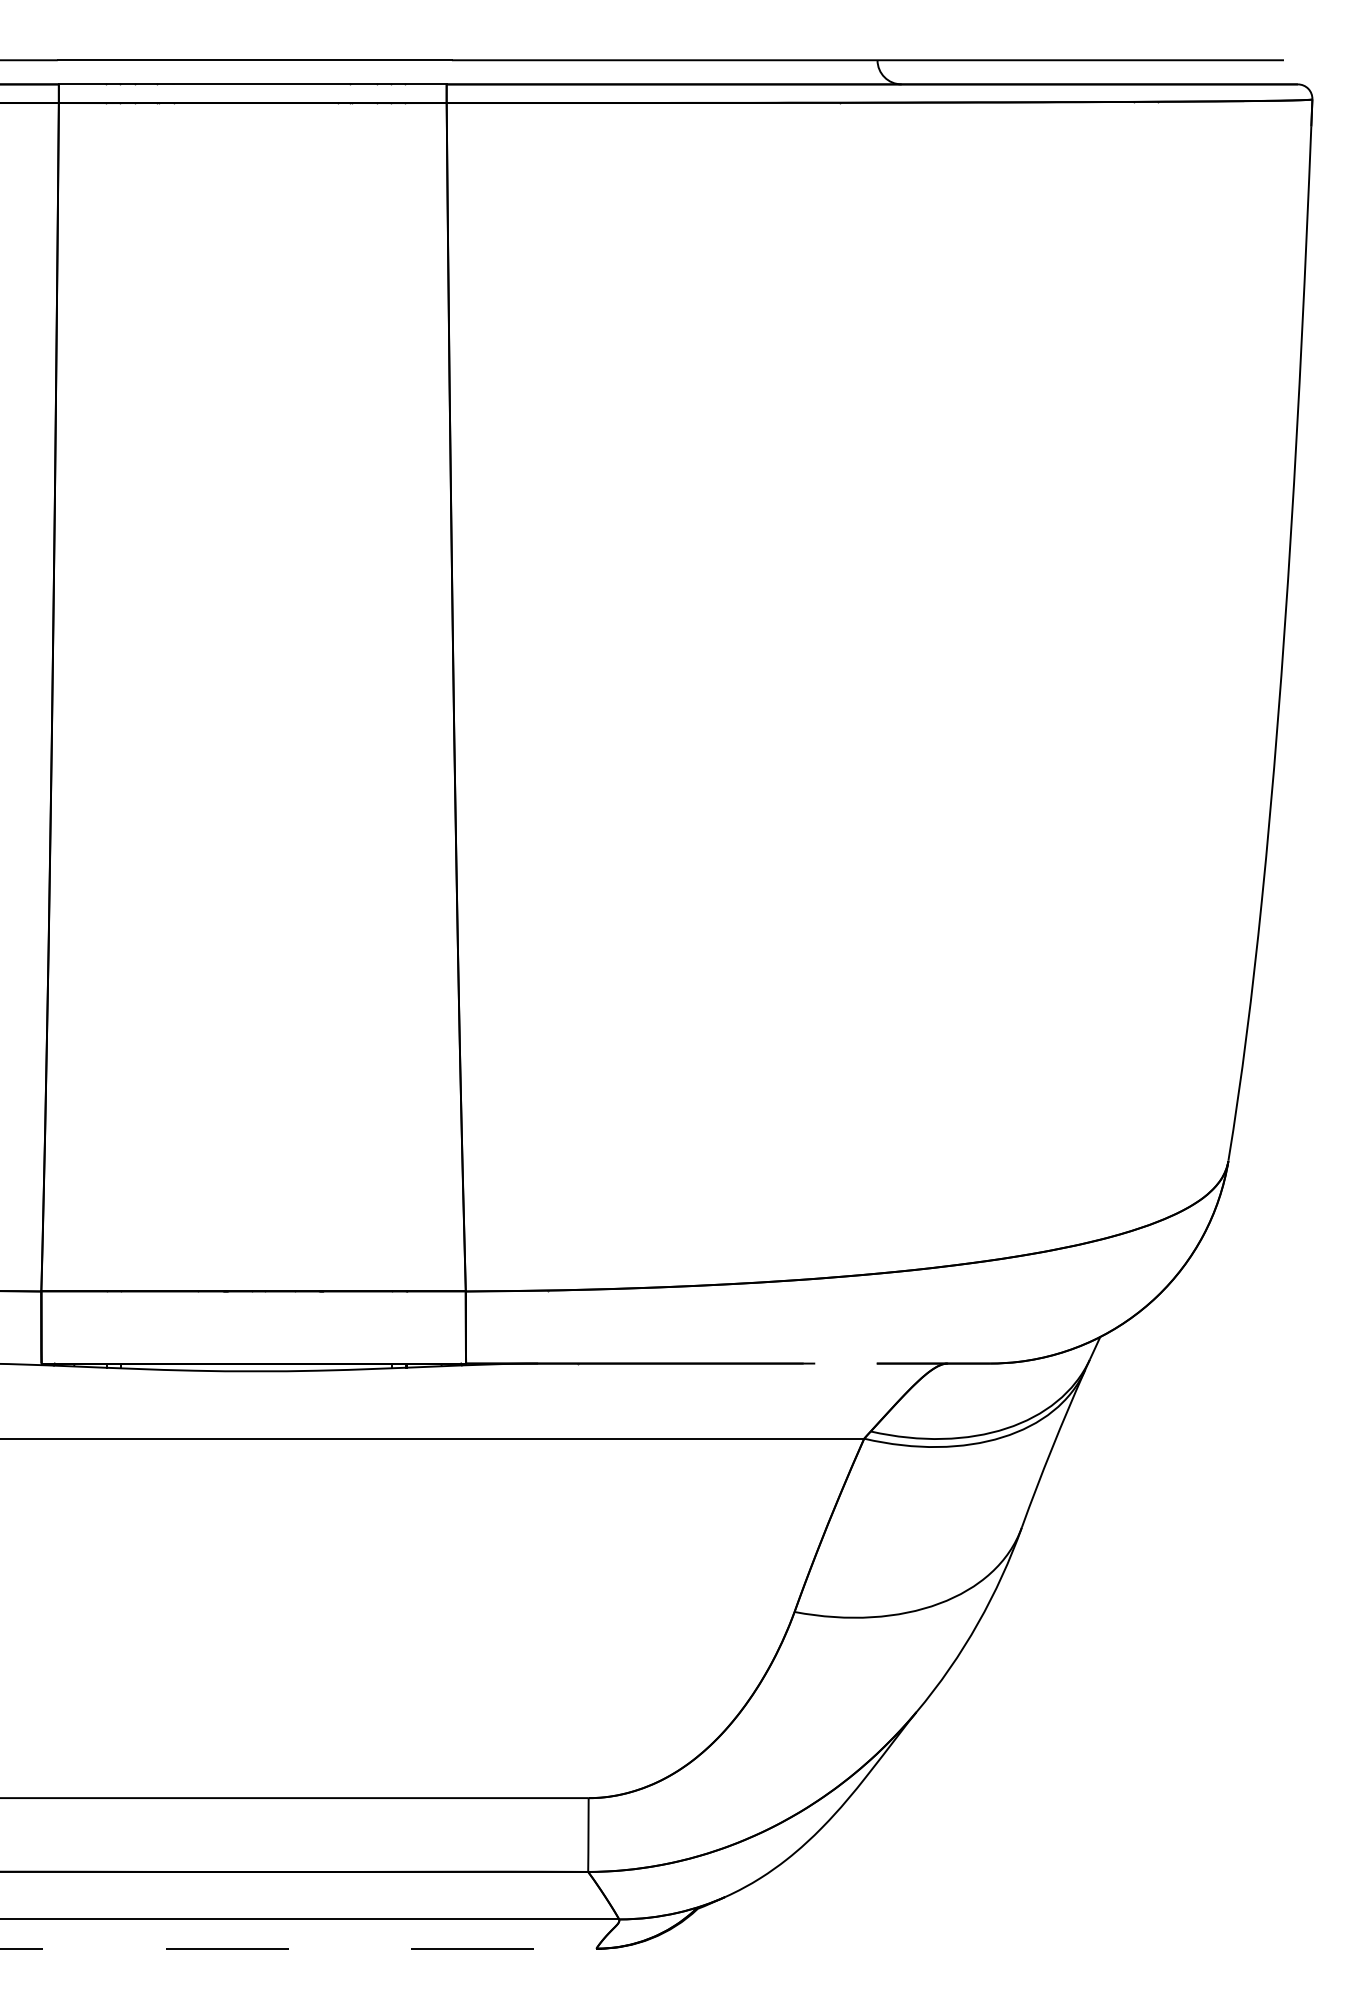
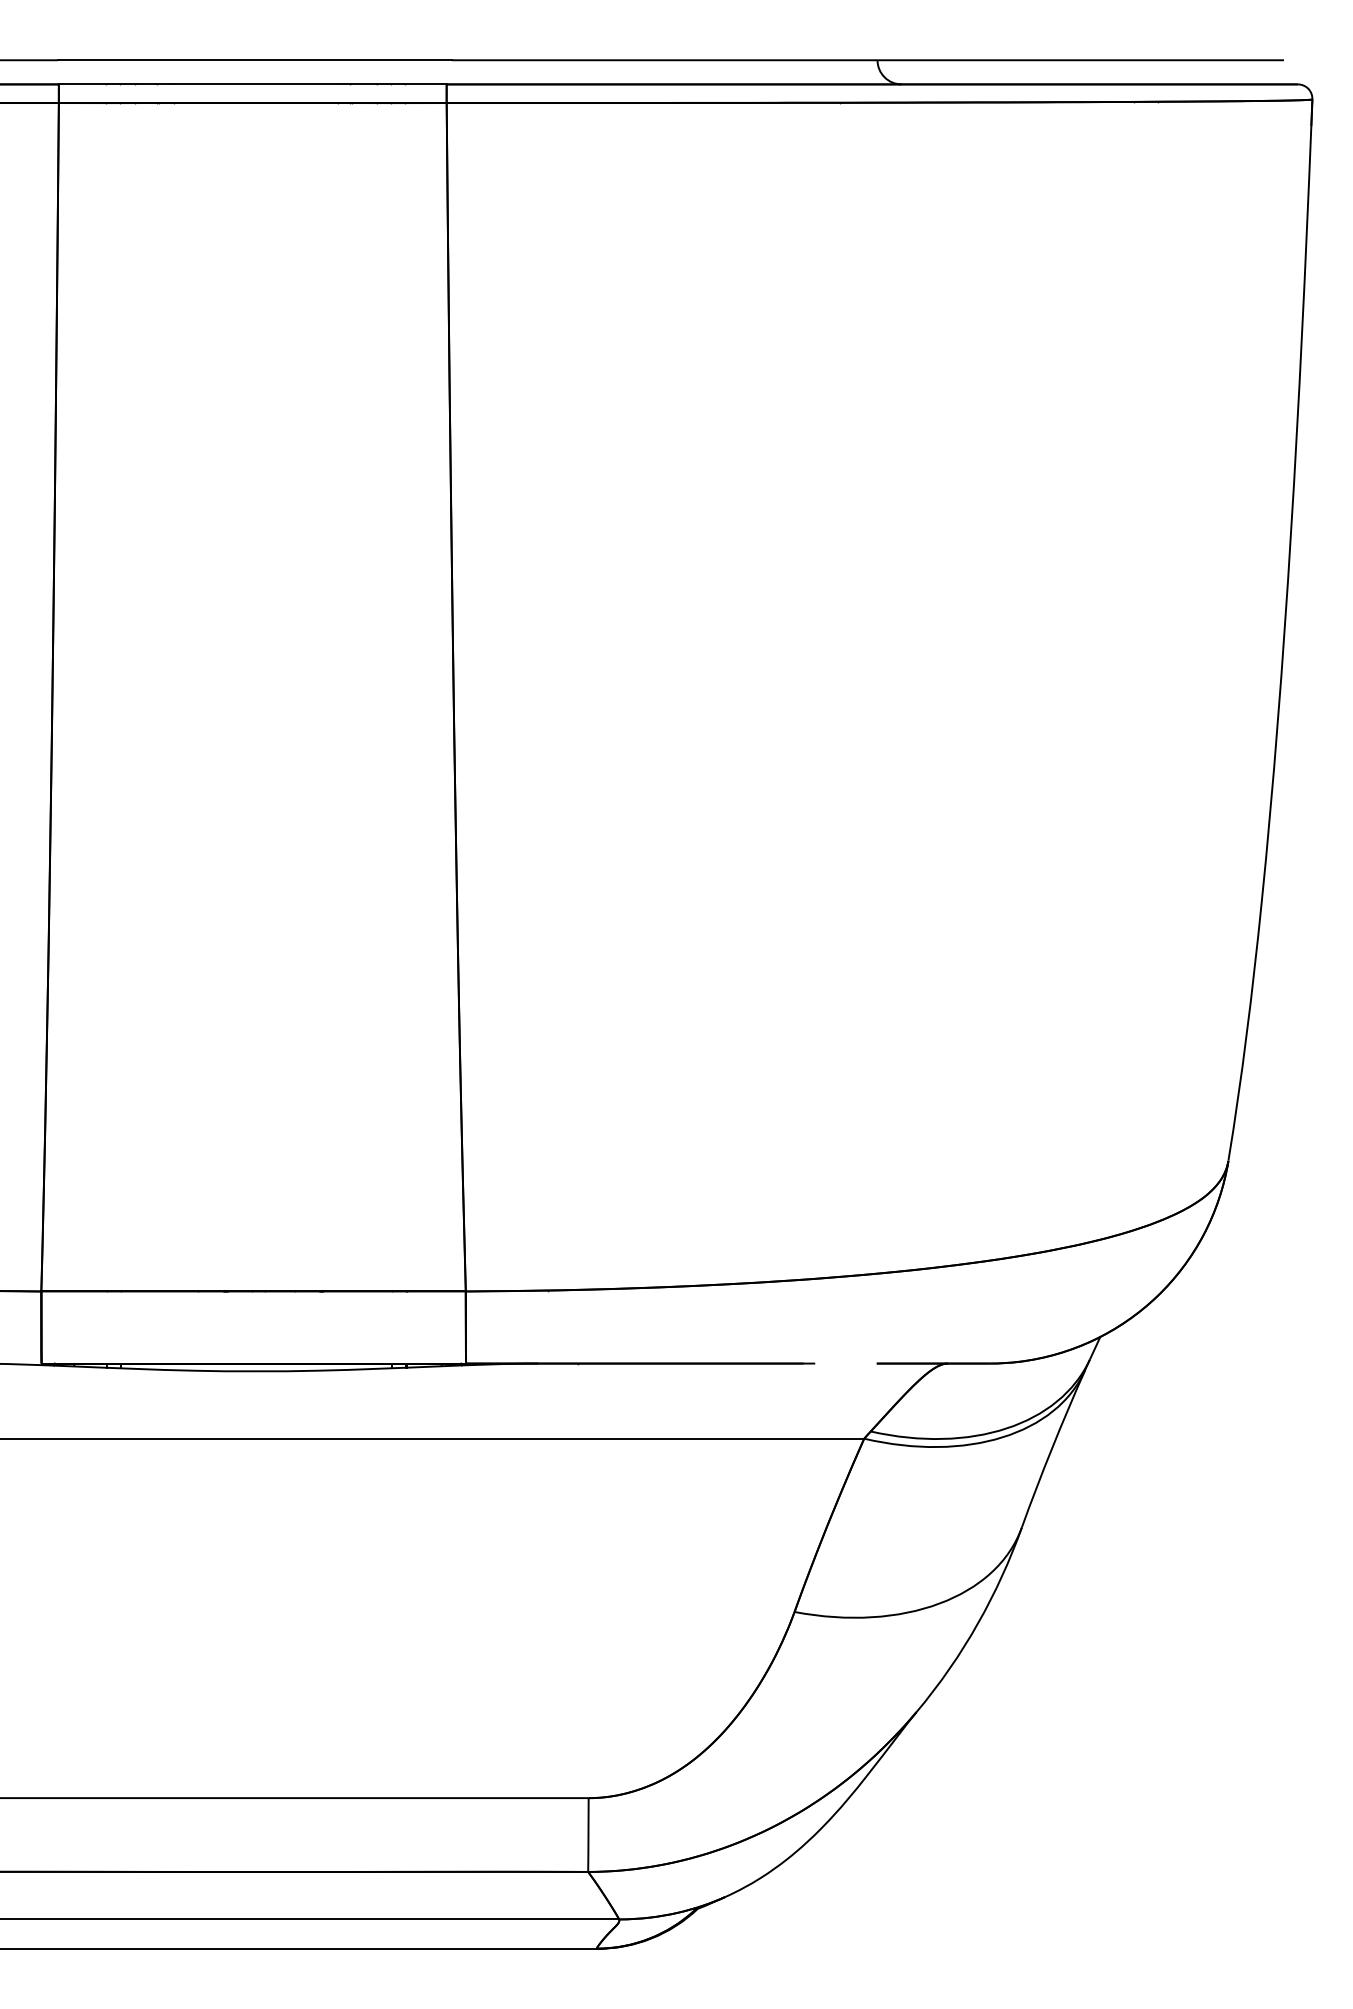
line at (298, 1948): dashed -> solid
